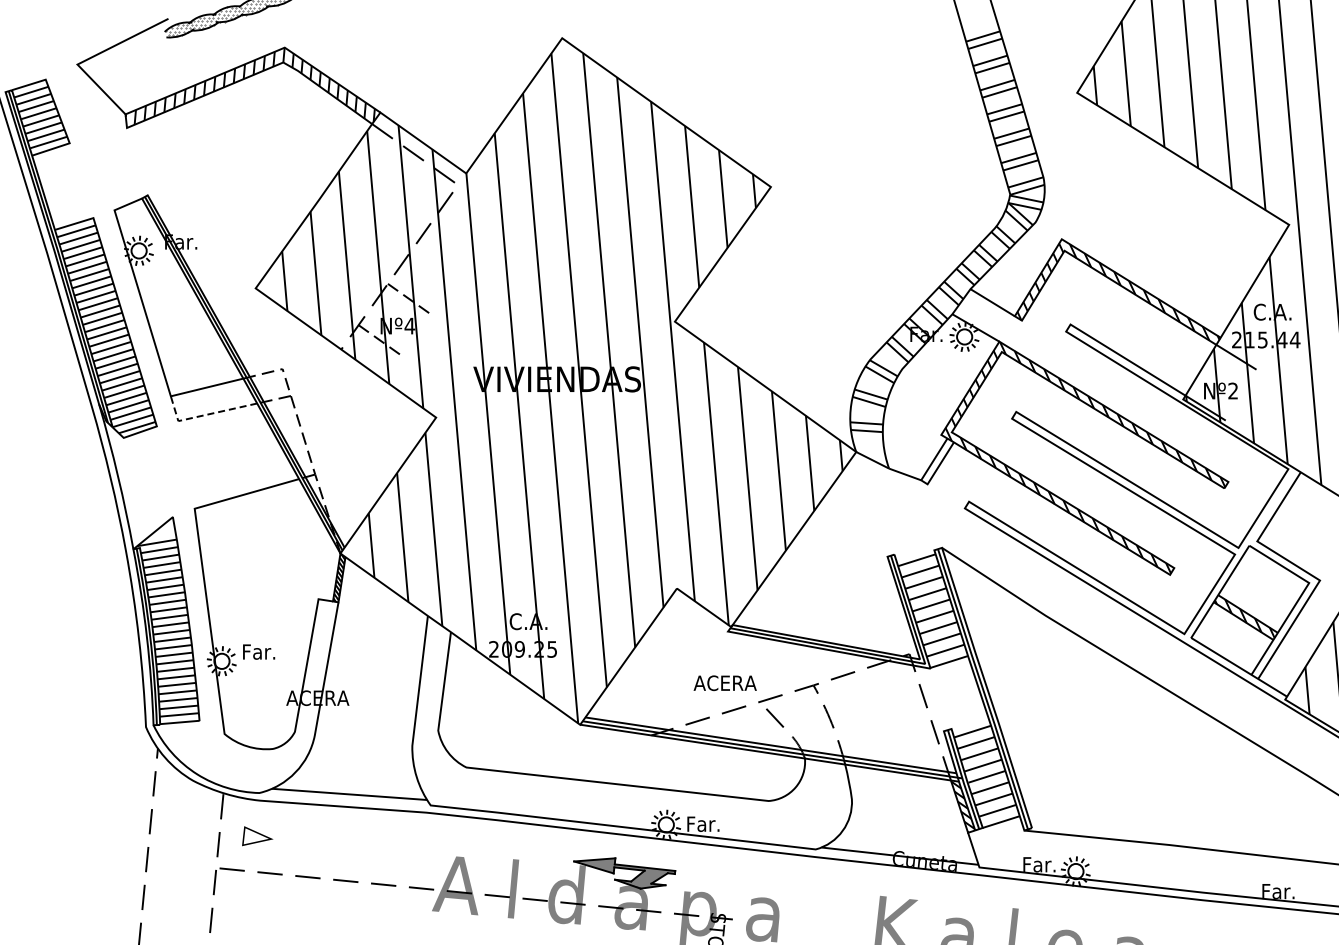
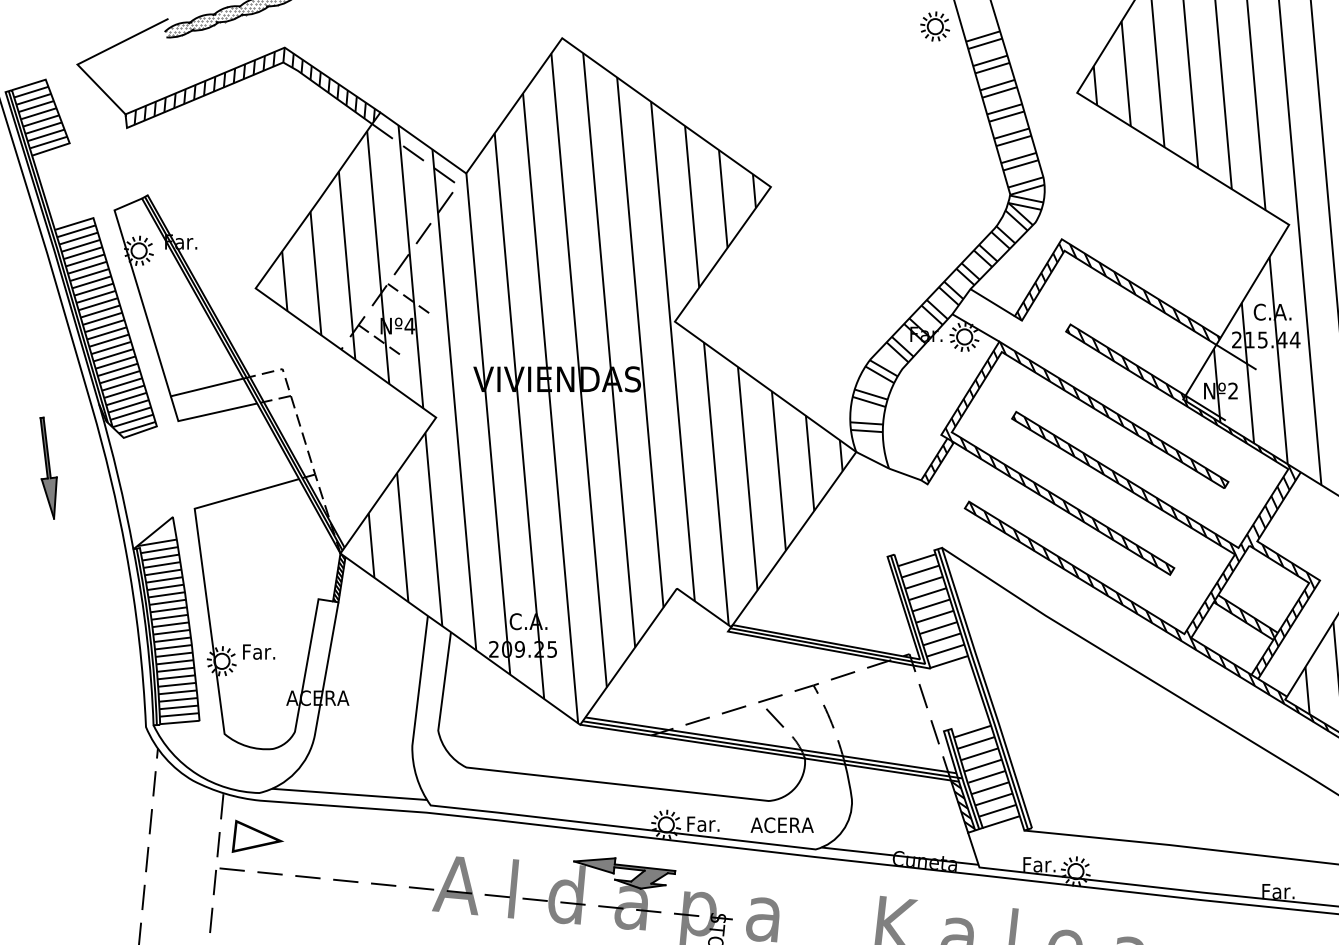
part at (935, 26): none -> present
line at (204, 415): dashed -> solid
hatch at (939, 461): none -> present
part at (48, 467): none -> present
hatch at (1148, 530): none -> present
text at (724, 683) position: (724, 683) -> (781, 825)
part at (257, 836) size: 32x21 px -> 53x34 px
